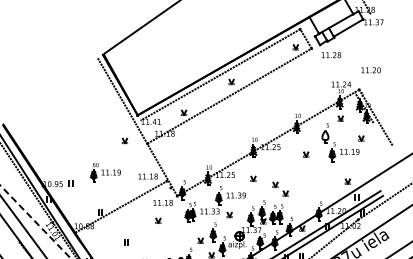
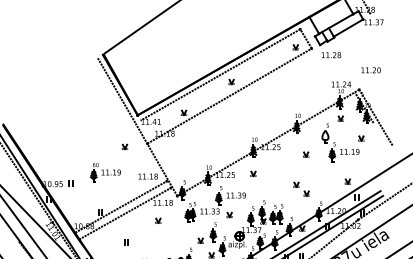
part at (124, 140) position: (124, 140) -> (124, 146)
part at (253, 178) position: (253, 178) -> (253, 173)
part at (280, 188) position: (280, 188) -> (301, 188)
line at (124, 213): none -> present
line at (35, 222): dashed -> solid
